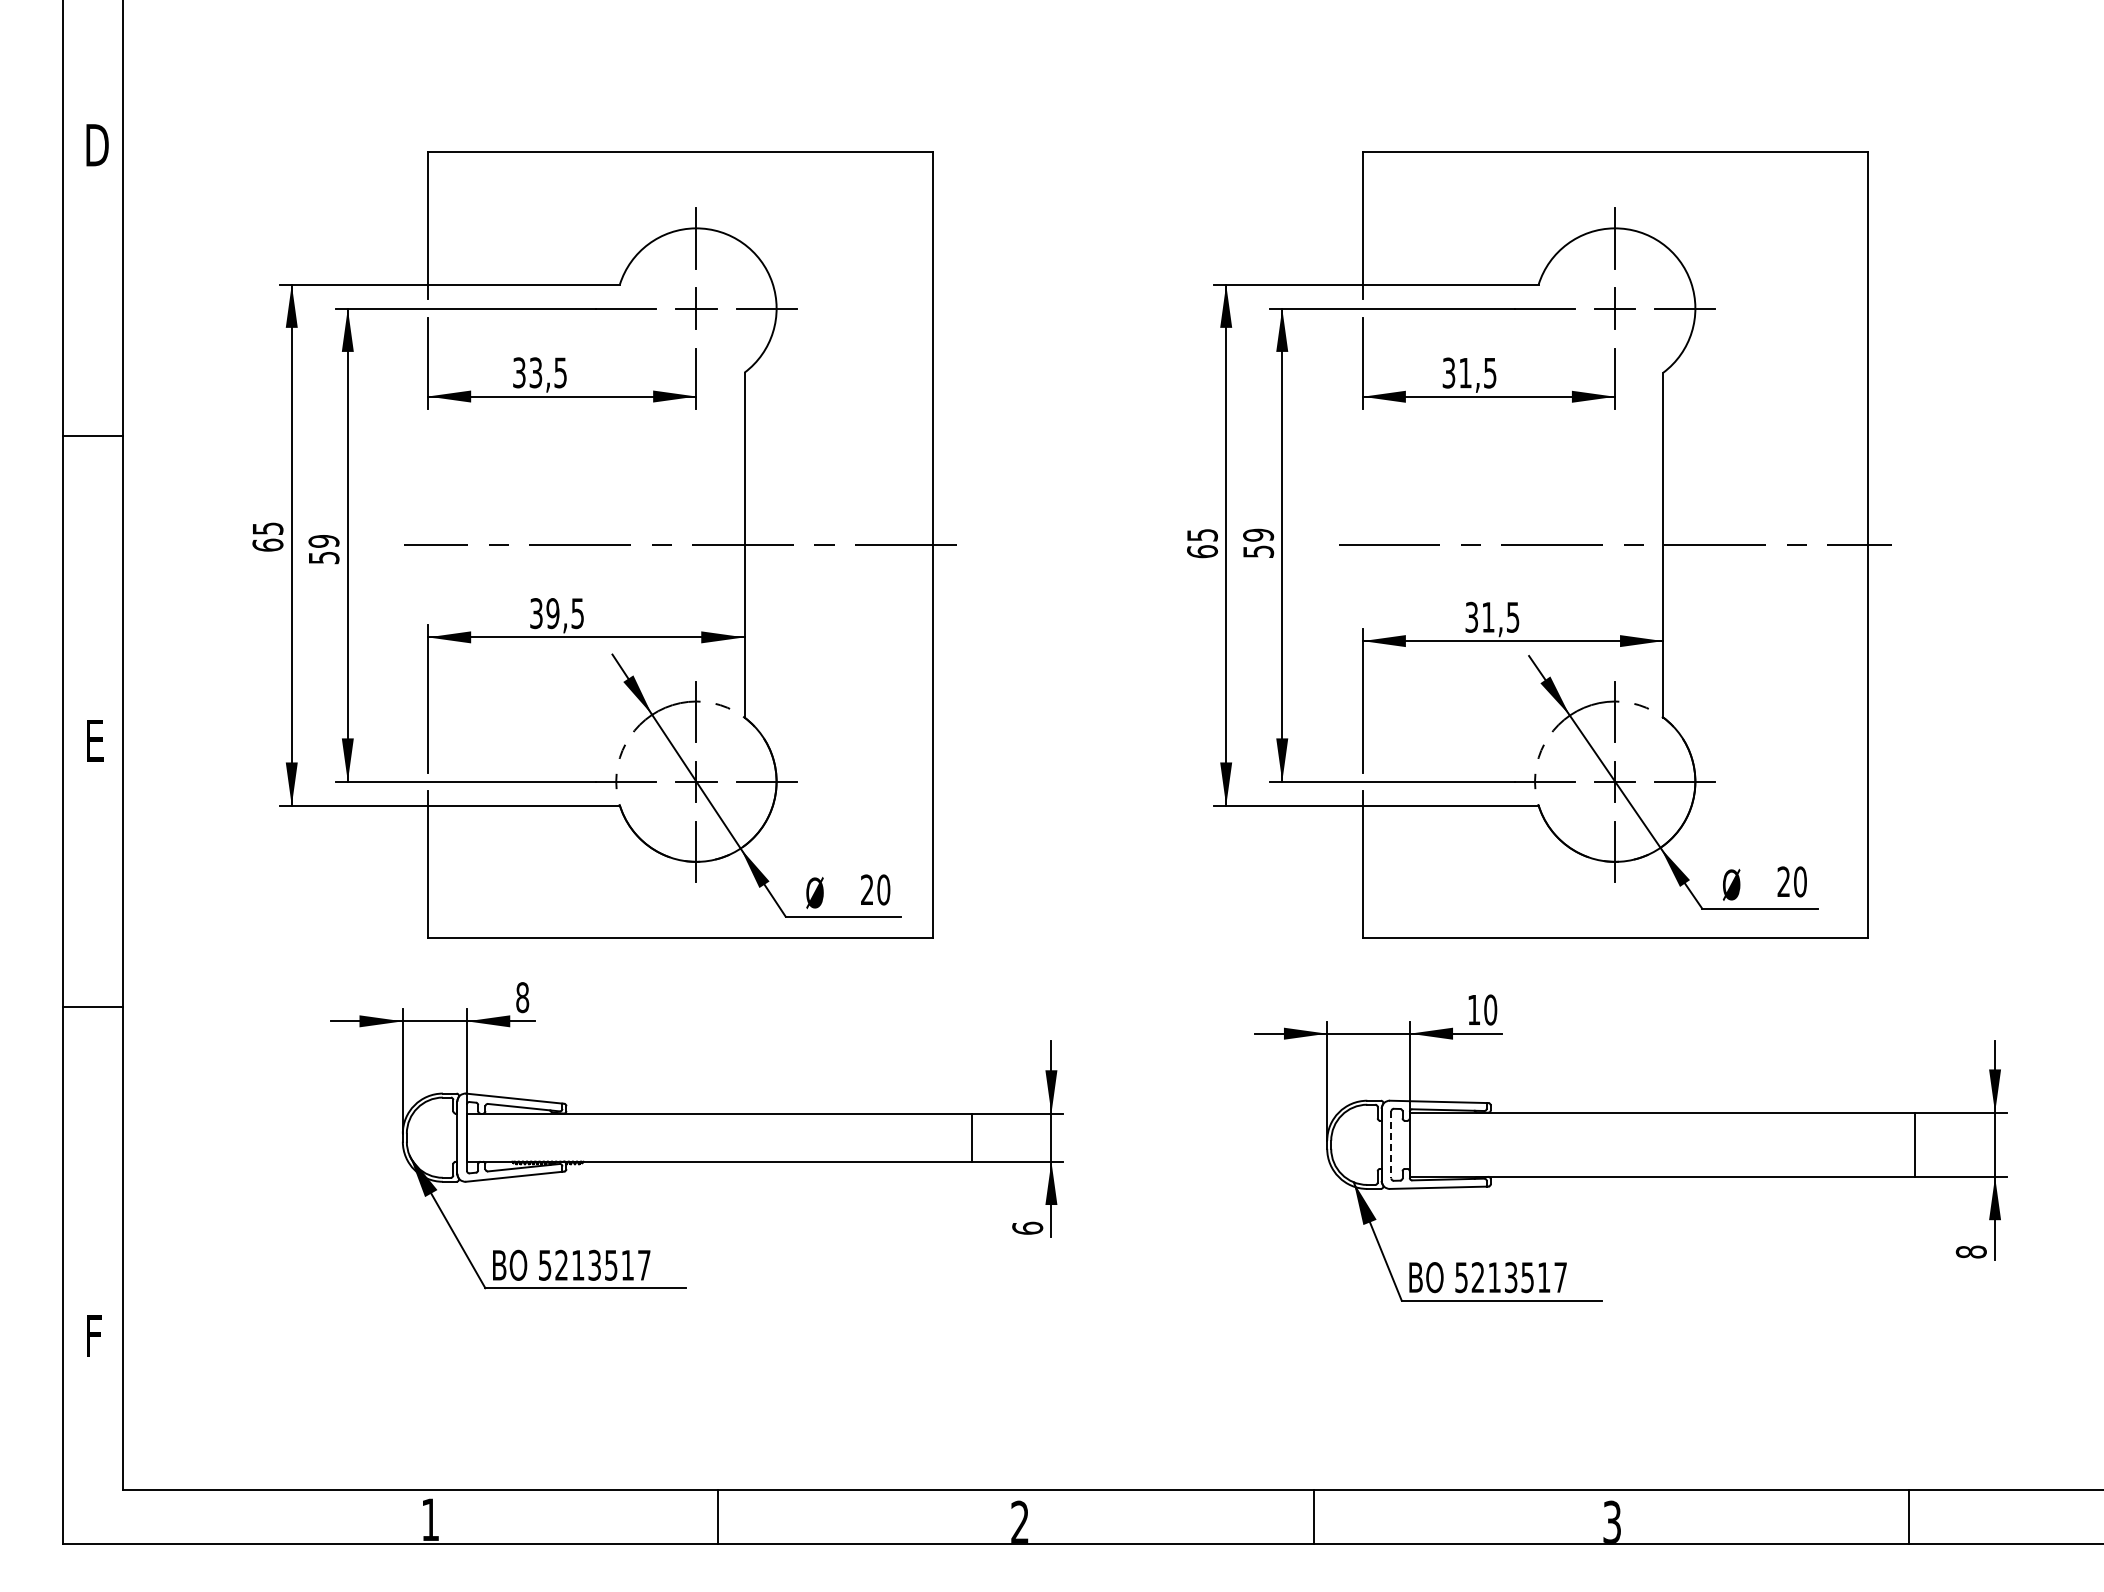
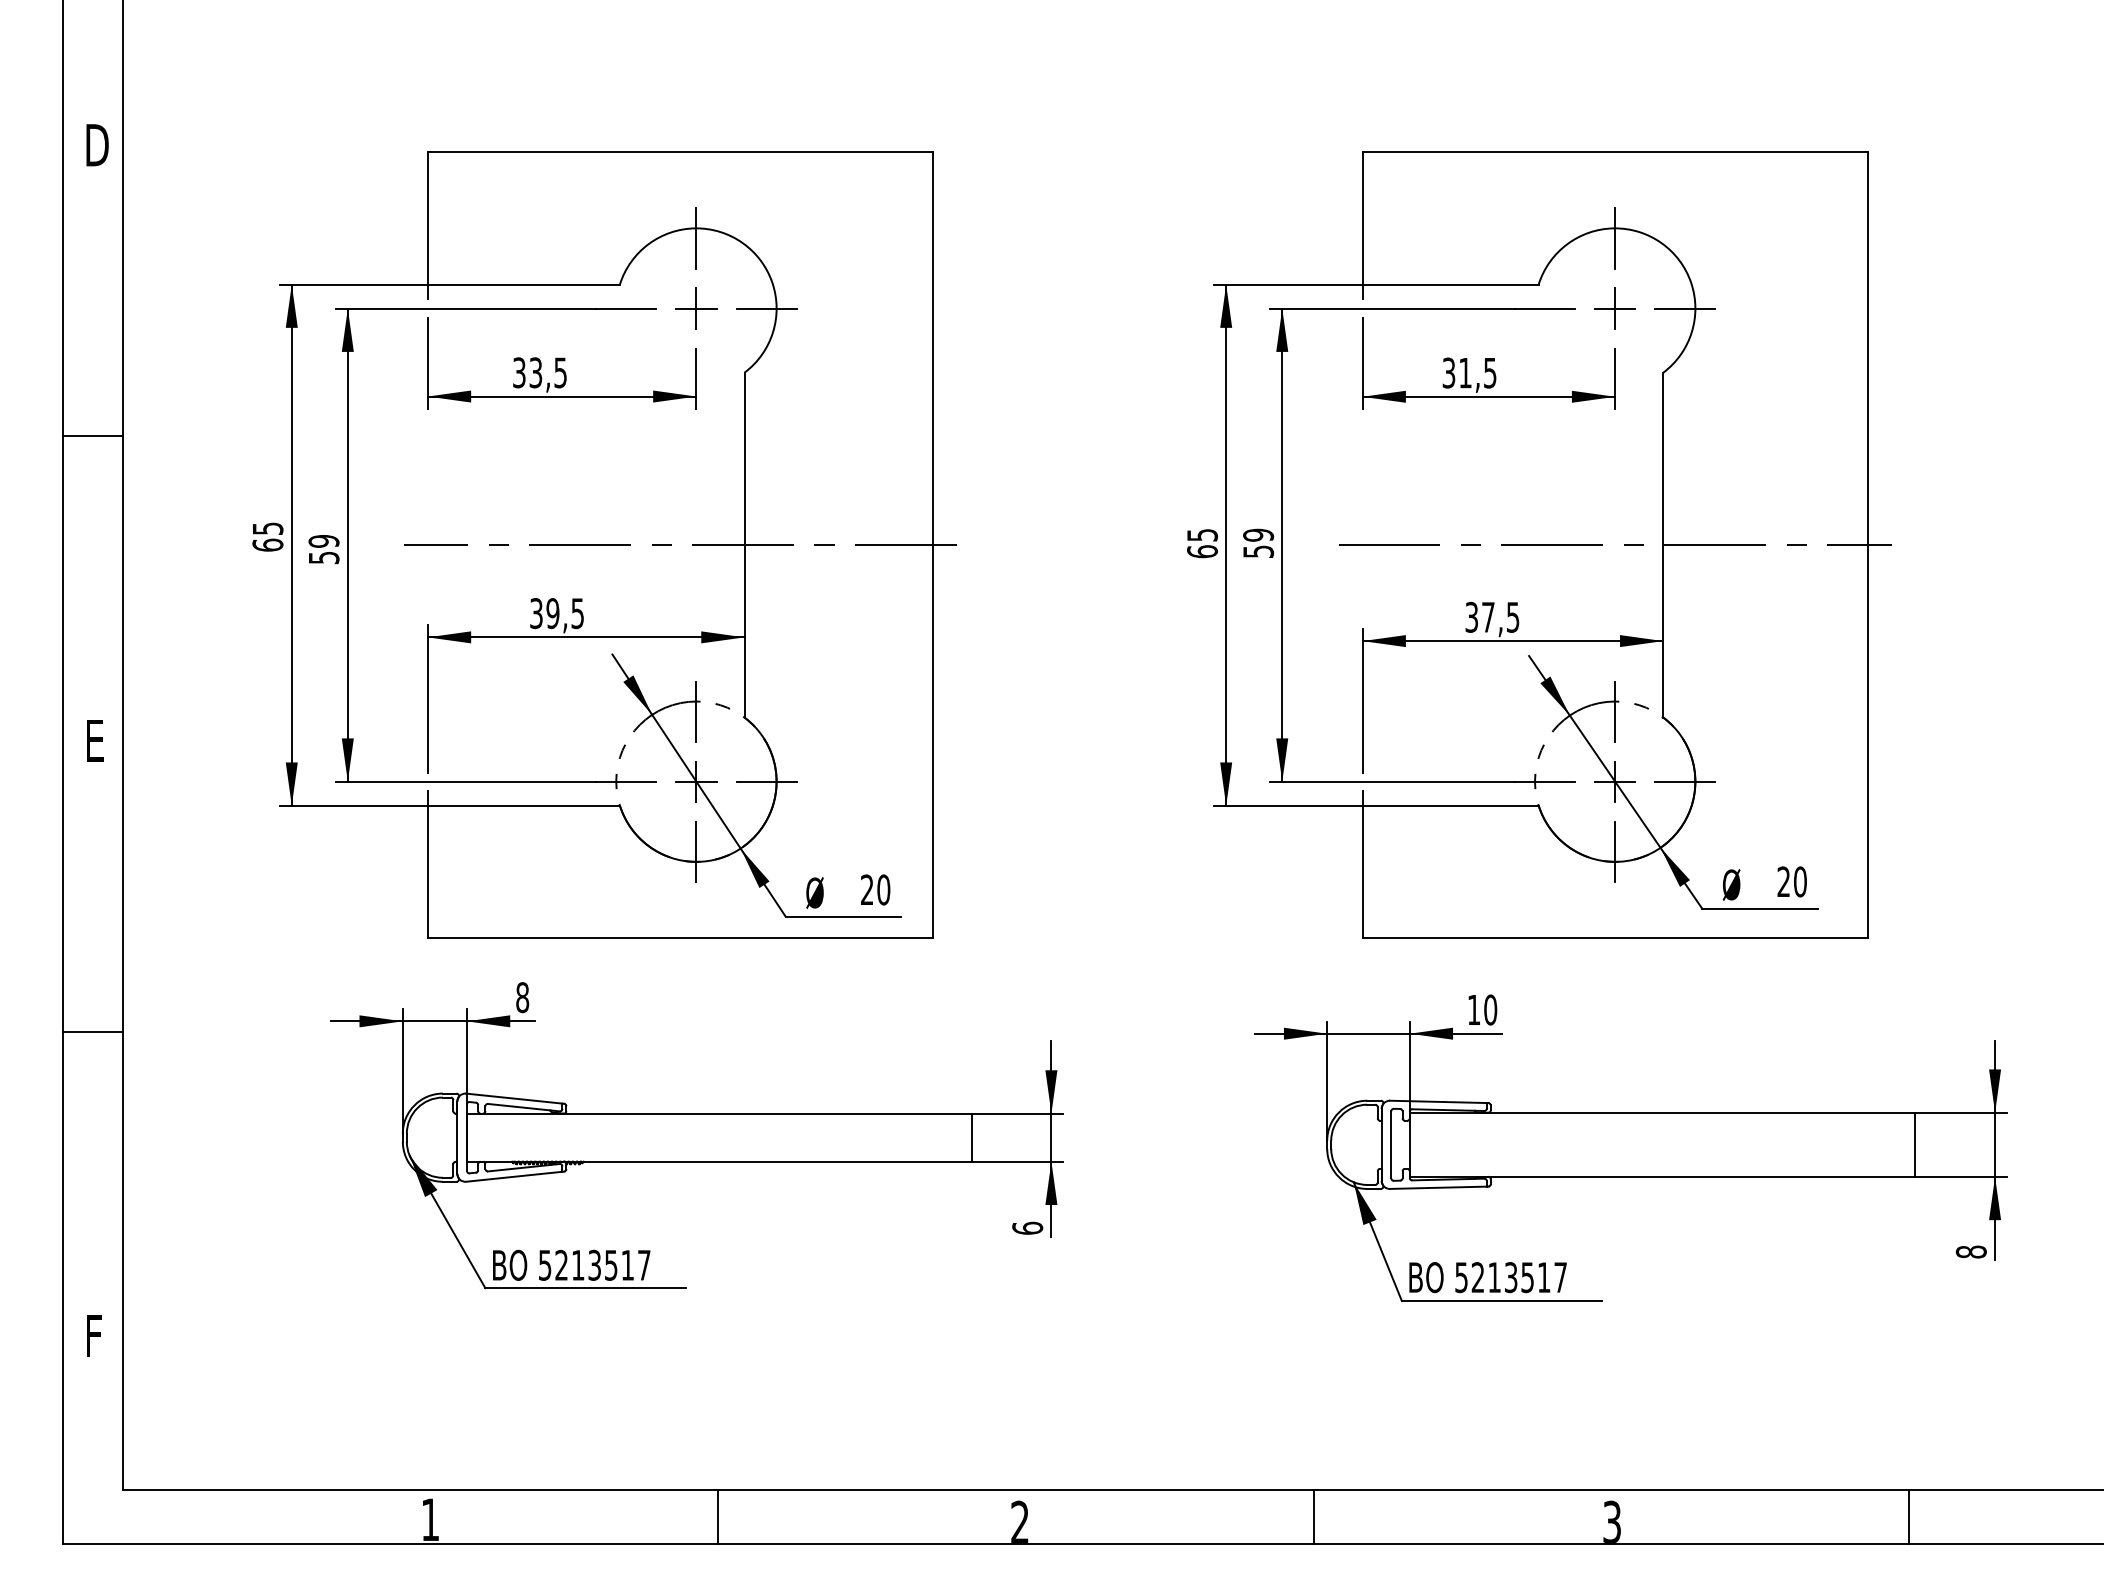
text at (1488, 617): 31,5 -> 37,5
line at (92, 1006) position: (92, 1006) -> (92, 1031)
line at (1391, 1144): dashed -> solid
